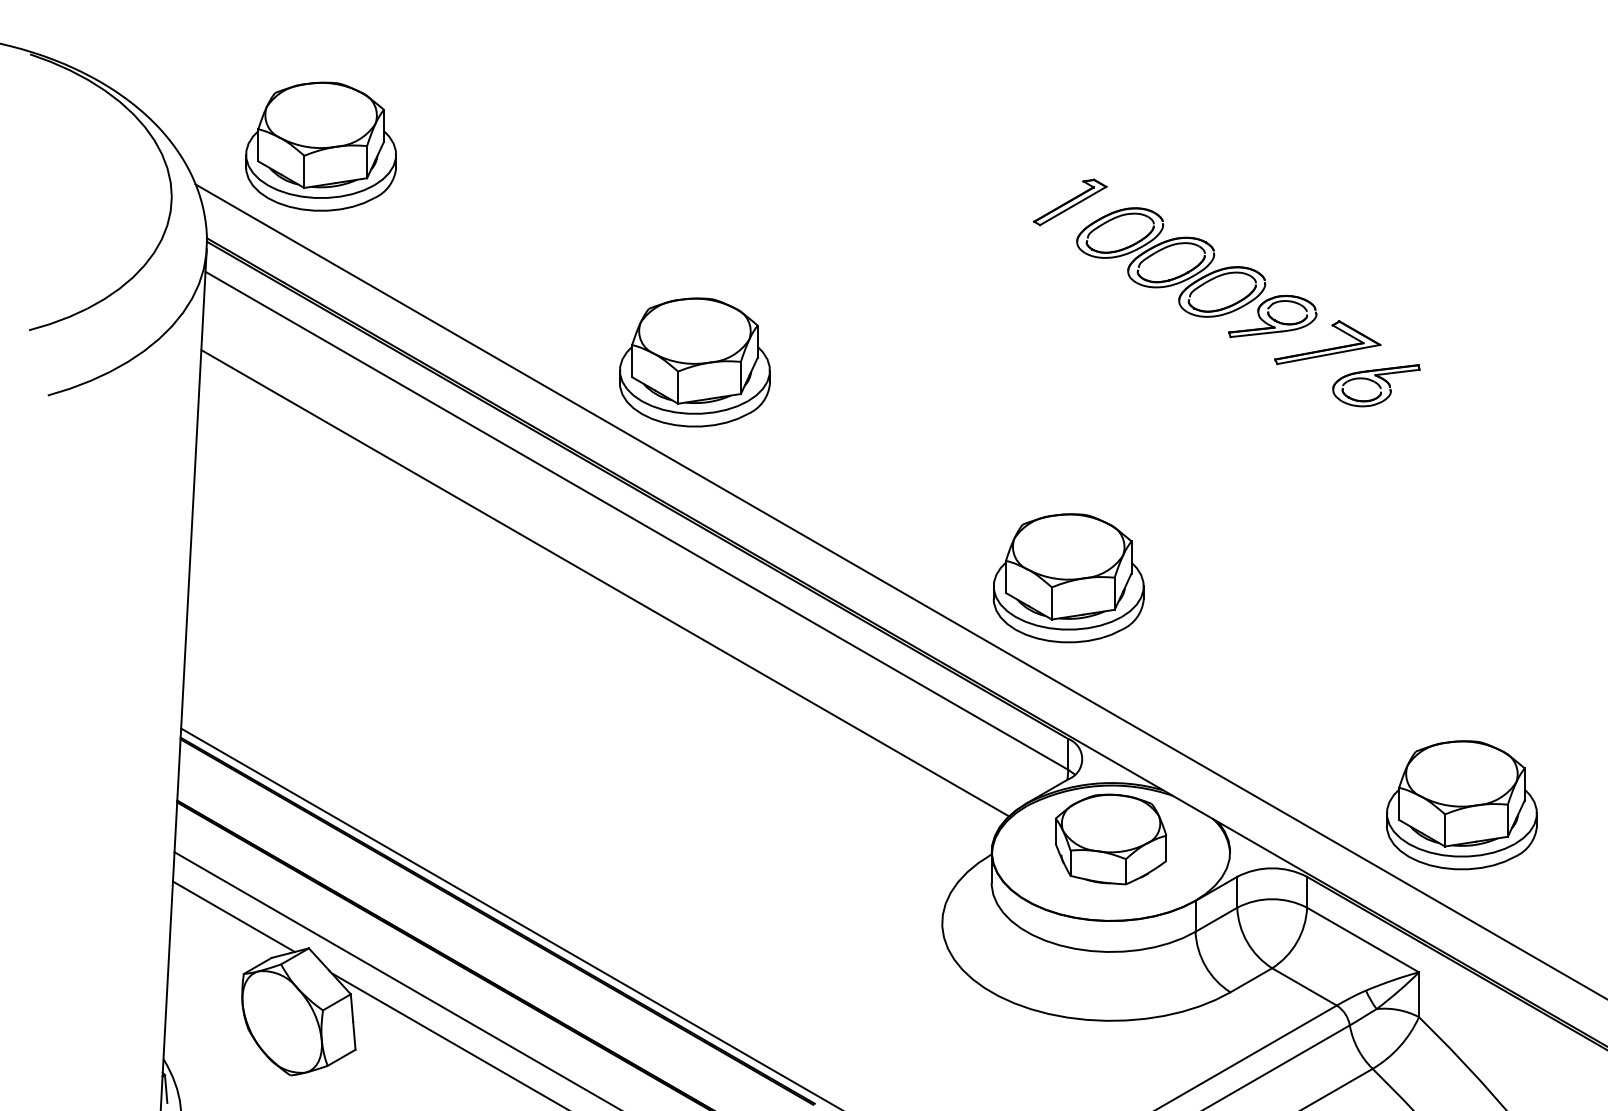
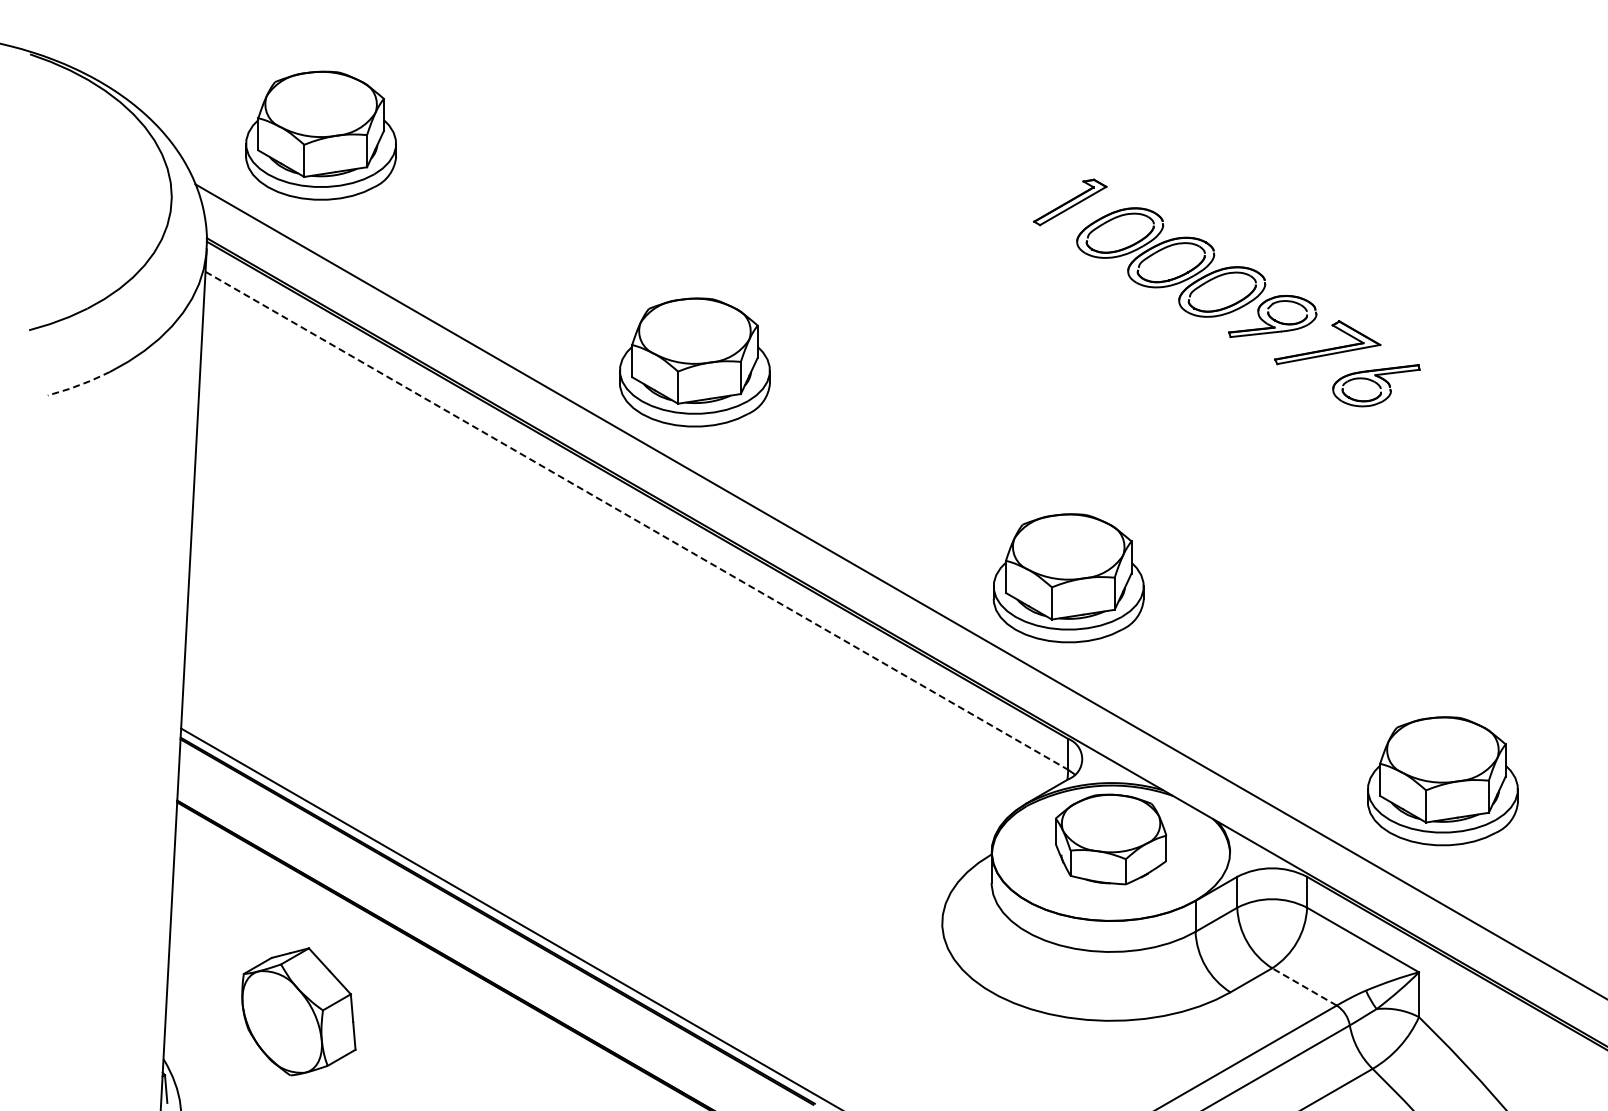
part at (320, 146) position: (320, 146) -> (320, 135)
line at (79, 385): solid -> dashed
line at (637, 521): solid -> dashed
line at (605, 583): present -> none
part at (1461, 805) position: (1461, 805) -> (1442, 781)
line at (233, 916): present -> none
line at (395, 979): present -> none
line at (1304, 986): solid -> dashed
line at (448, 1040): present -> none
